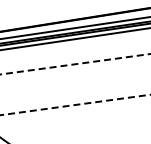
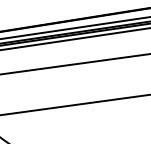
line at (75, 64): dashed -> solid
line at (75, 105): dashed -> solid
